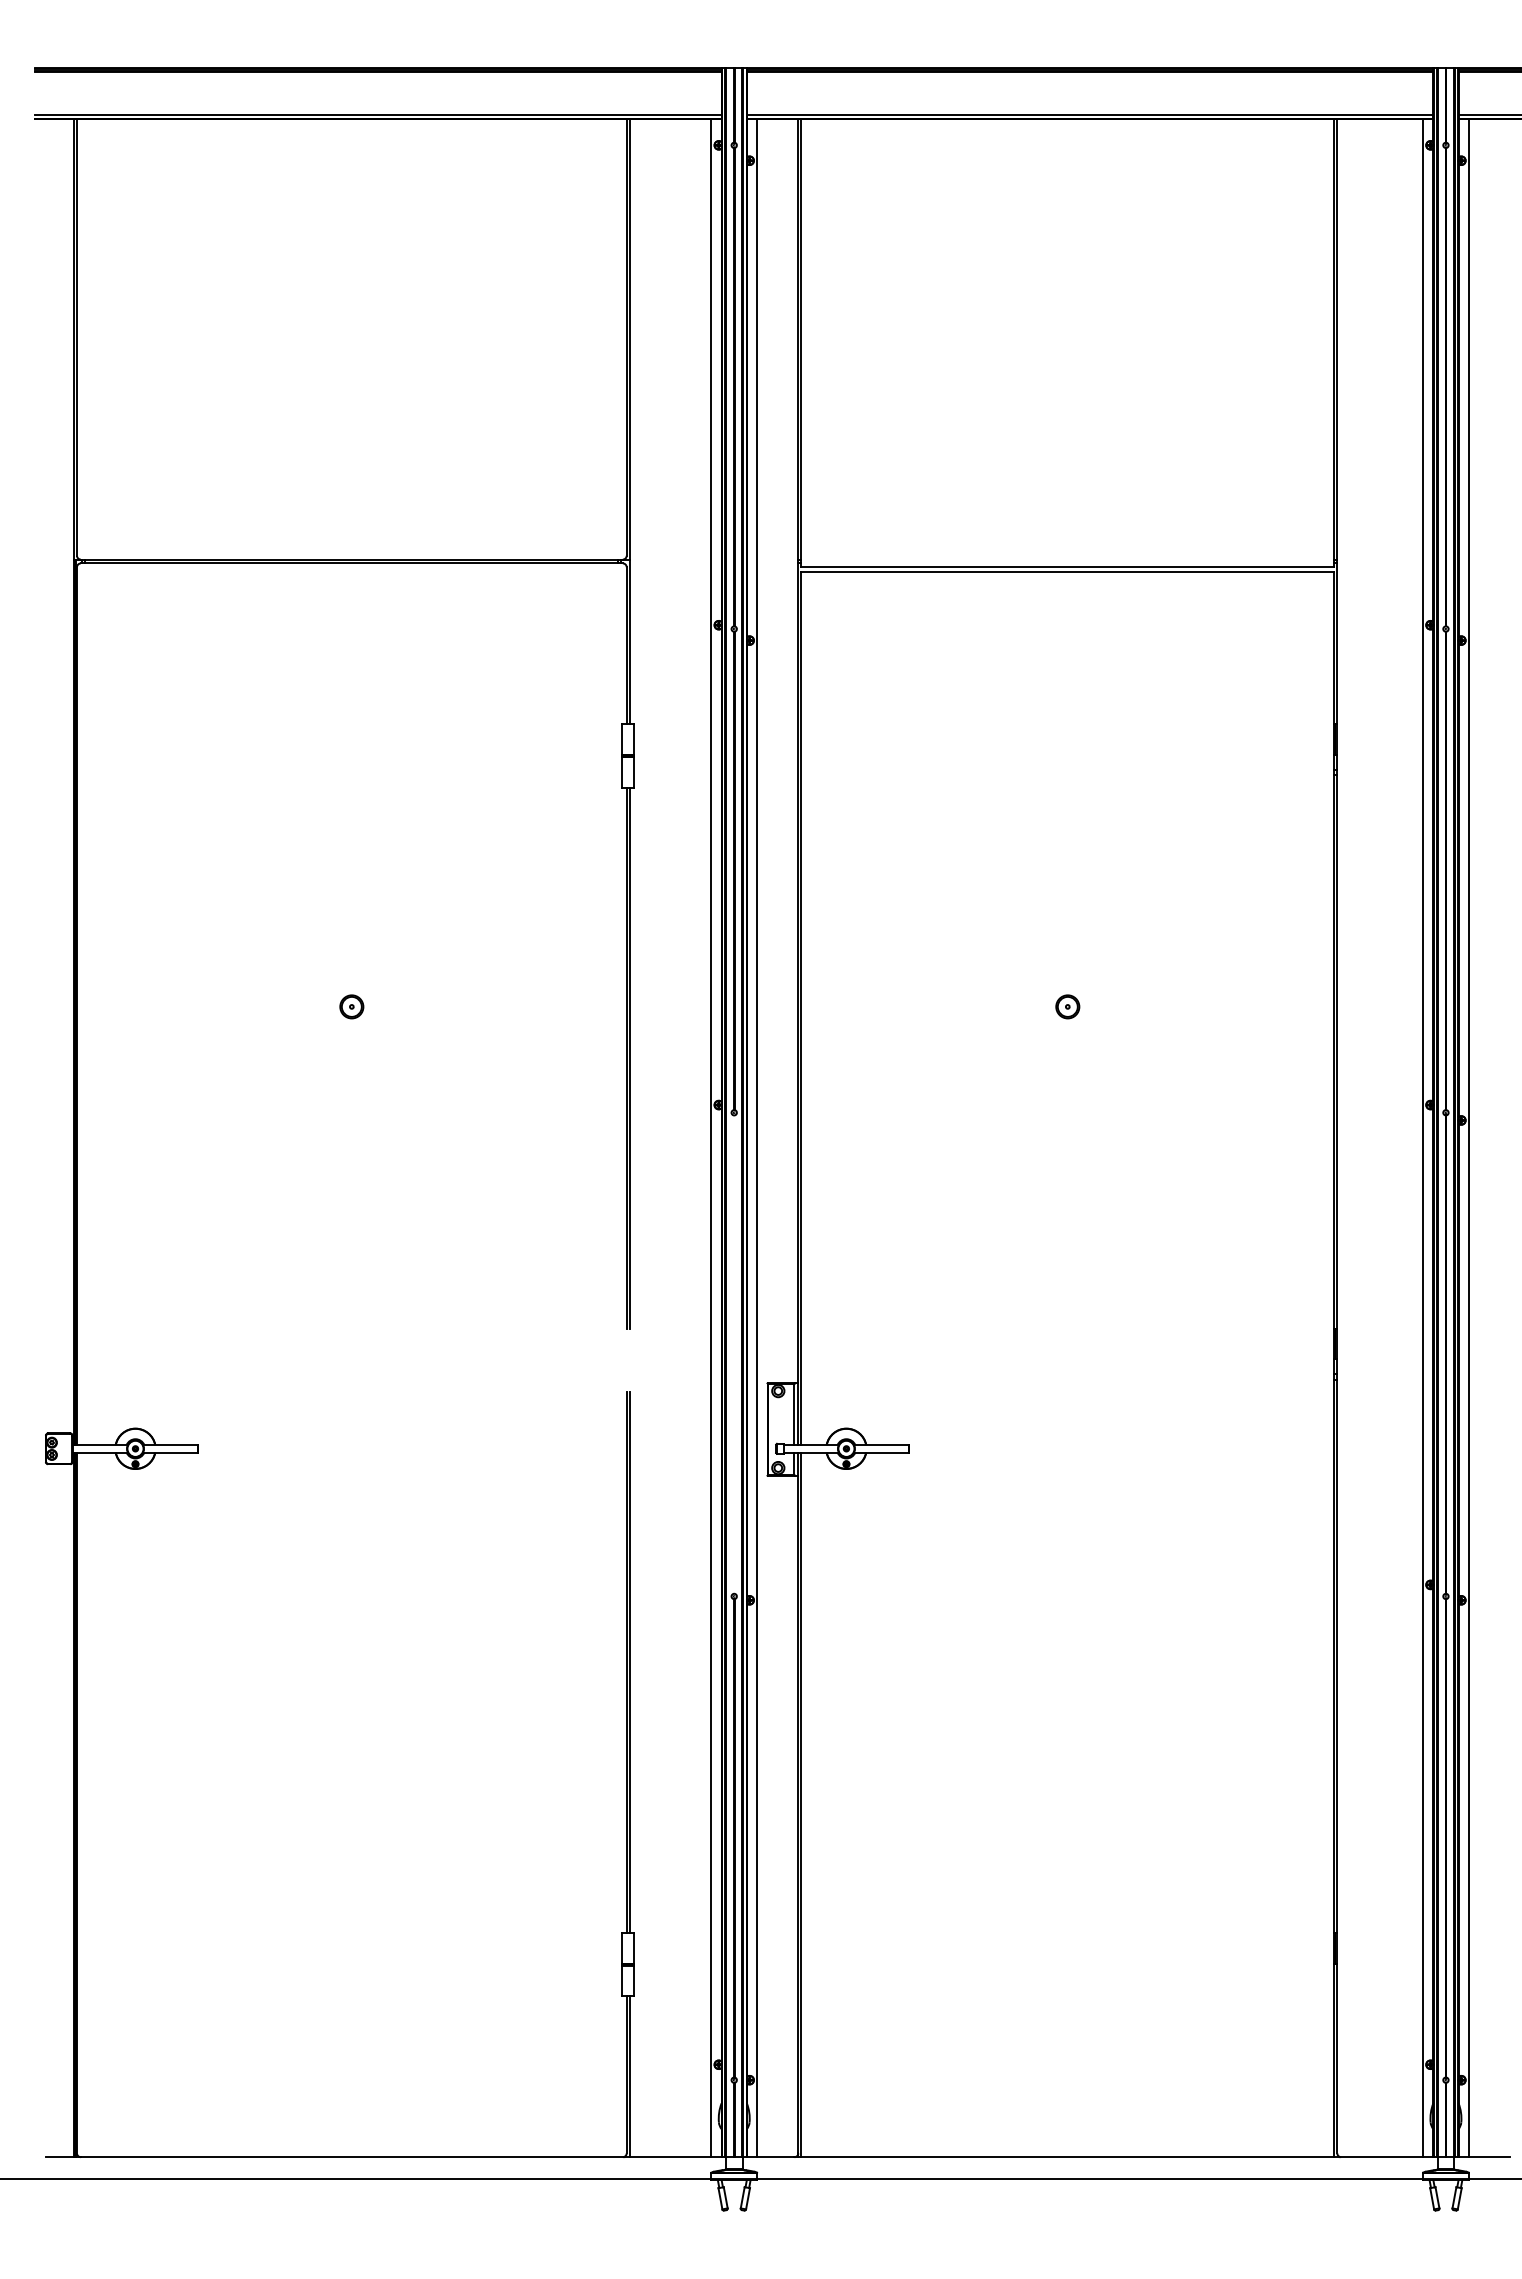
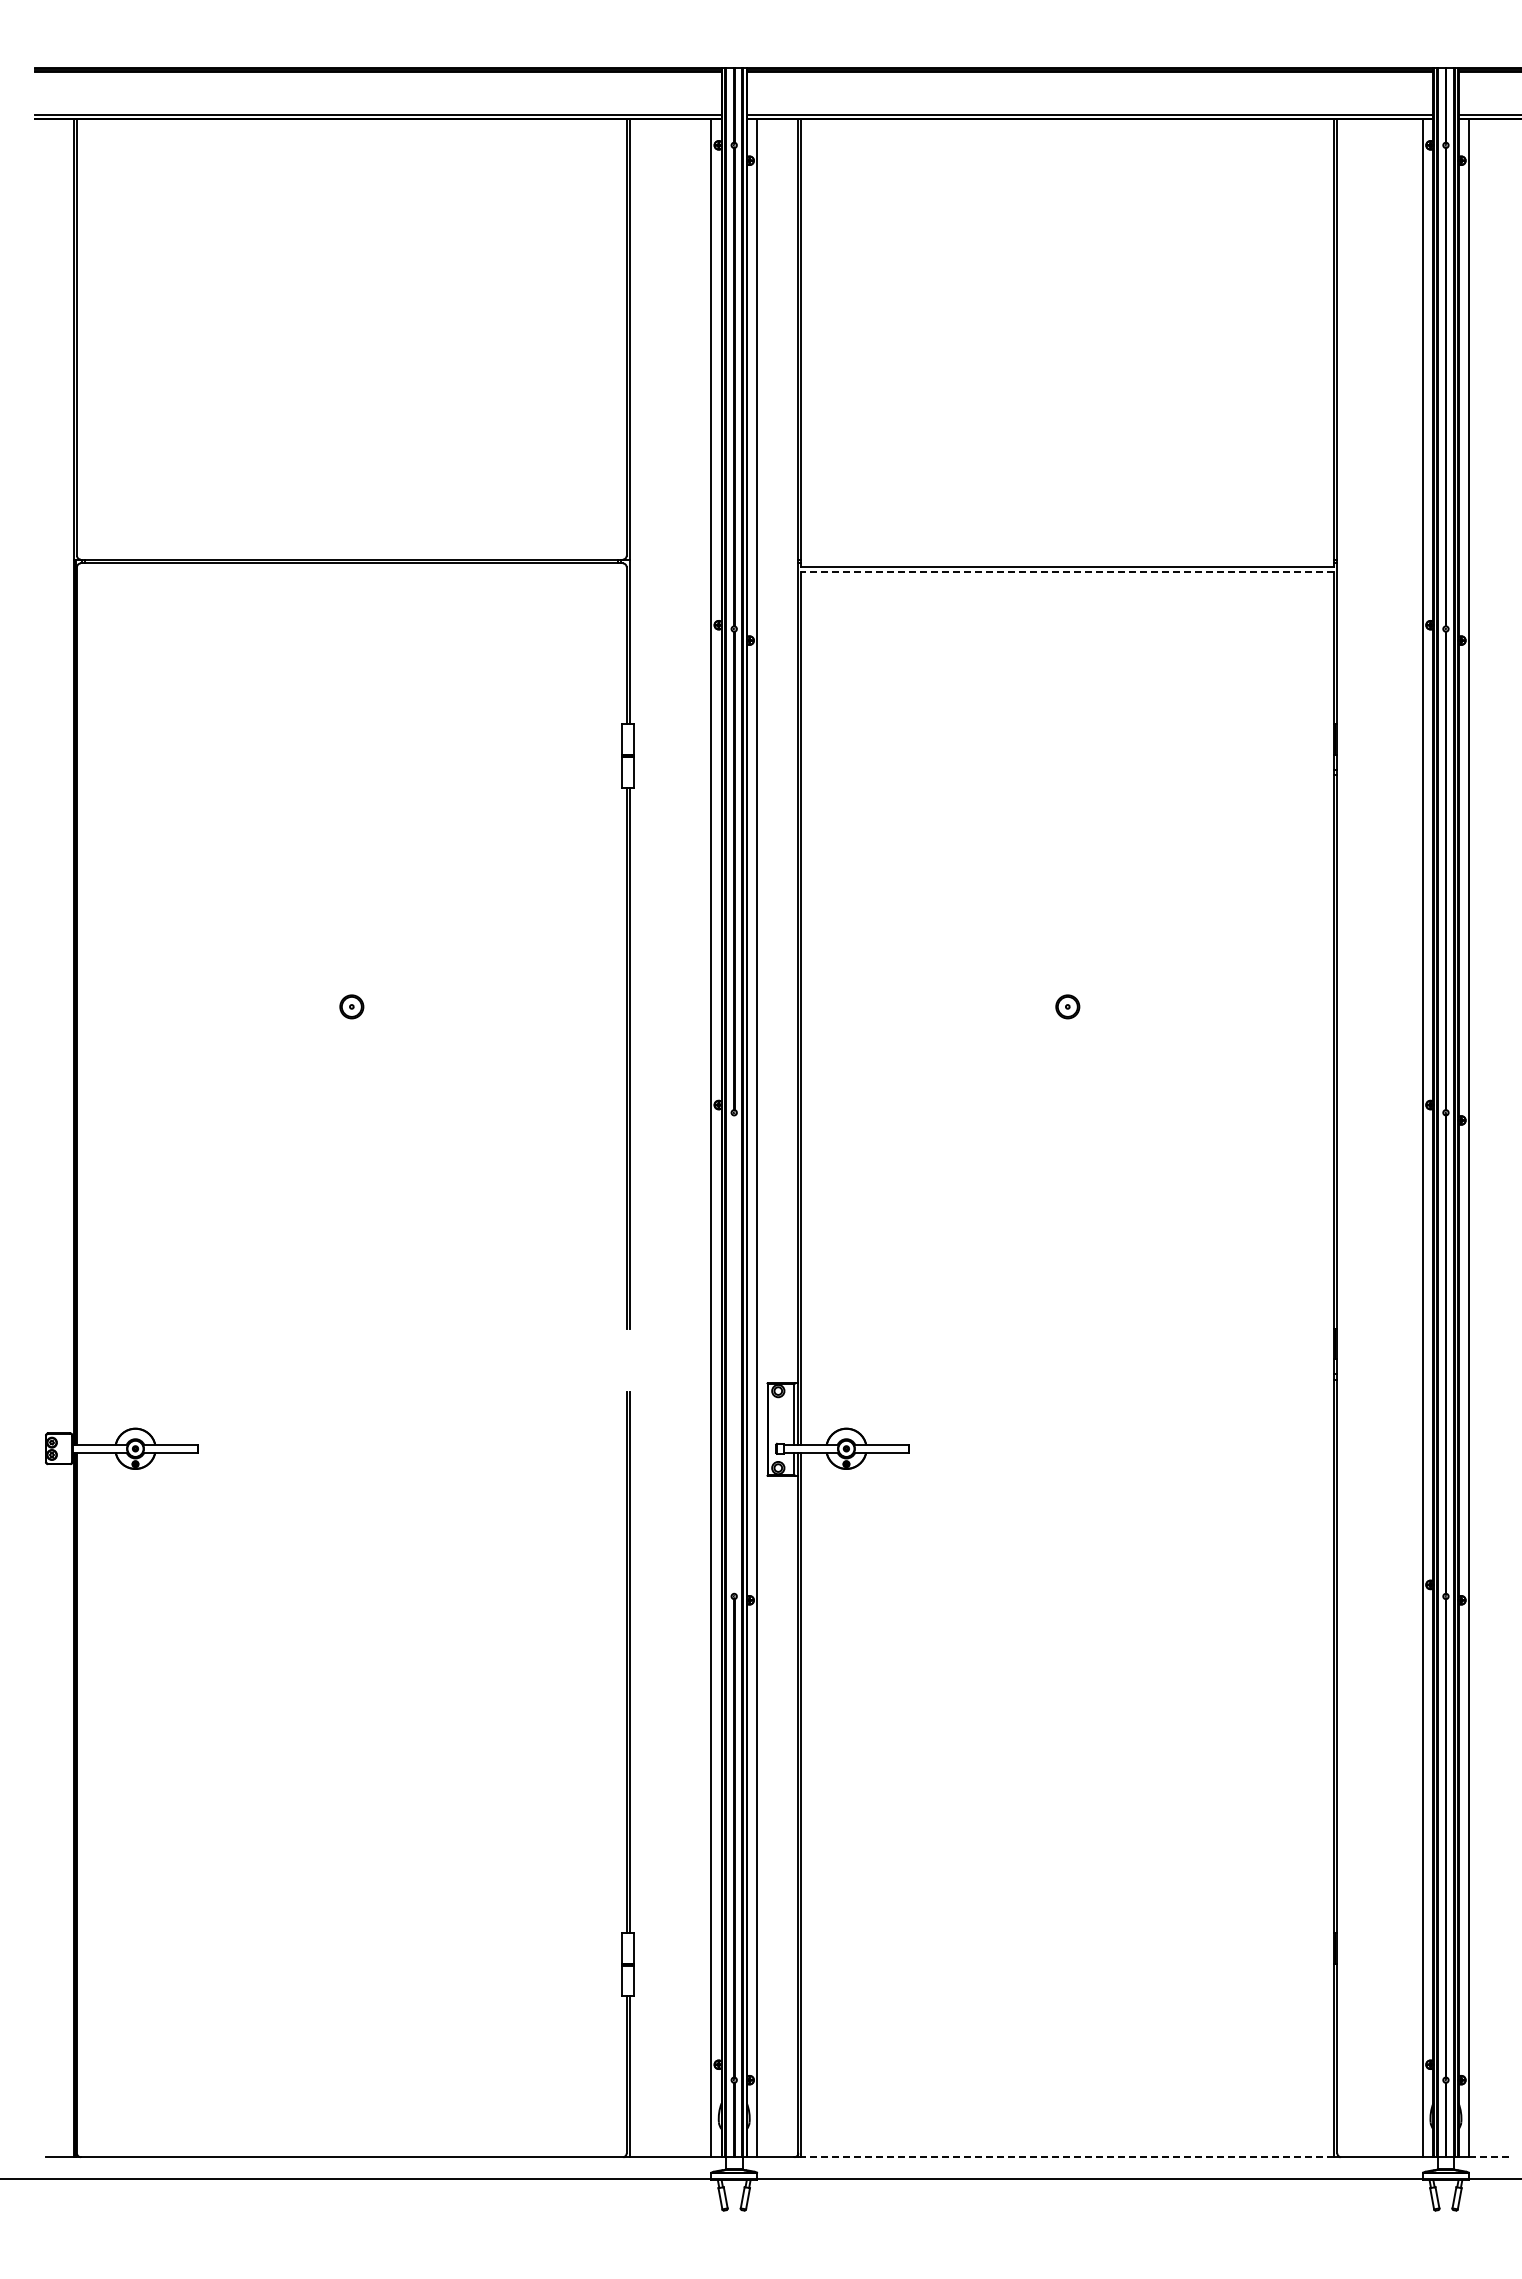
line at (1067, 571): solid -> dashed
line at (1067, 2157): solid -> dashed
line at (1489, 2157): solid -> dashed
